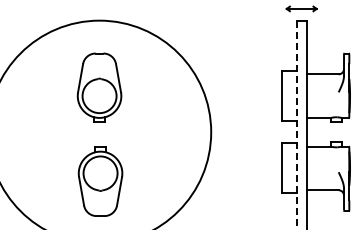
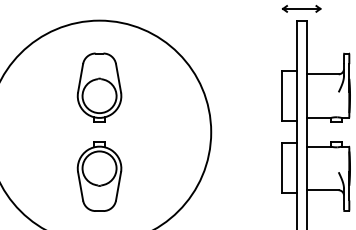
part at (301, 8) size: 33x8 px -> 41x8 px
line at (296, 125): dashed -> solid
part at (100, 181) position: (100, 181) -> (99, 176)
